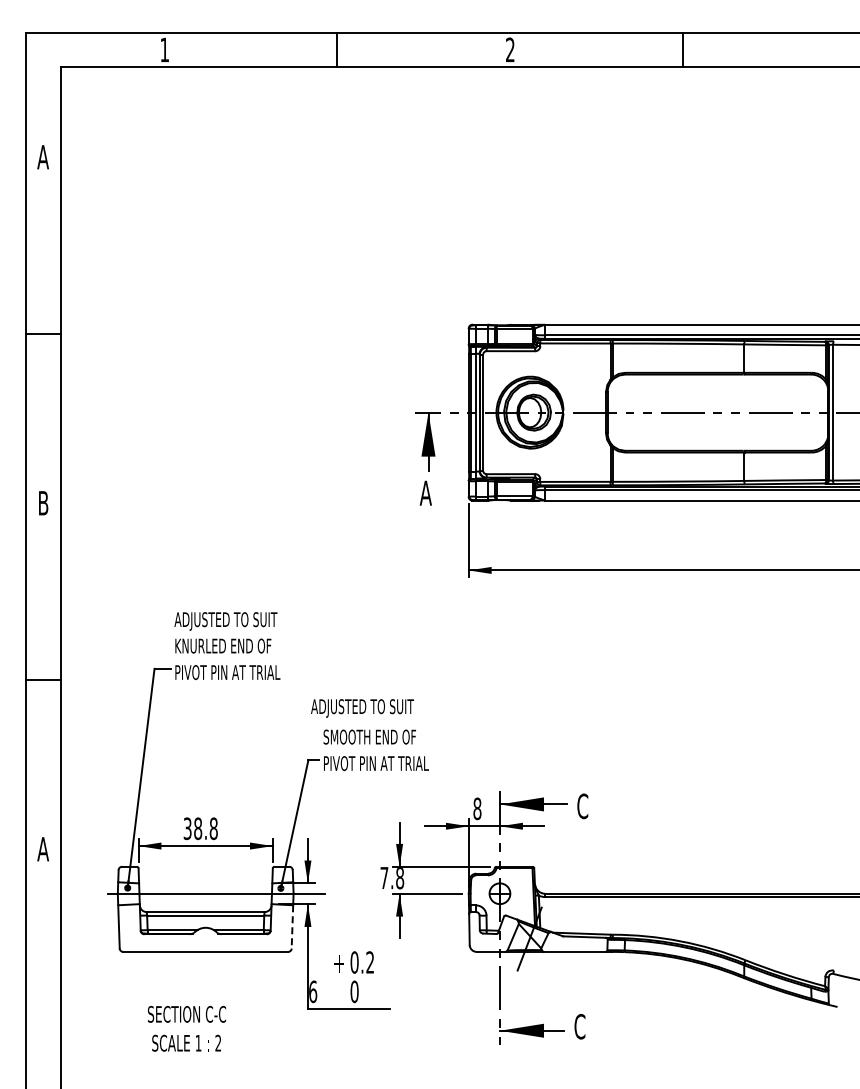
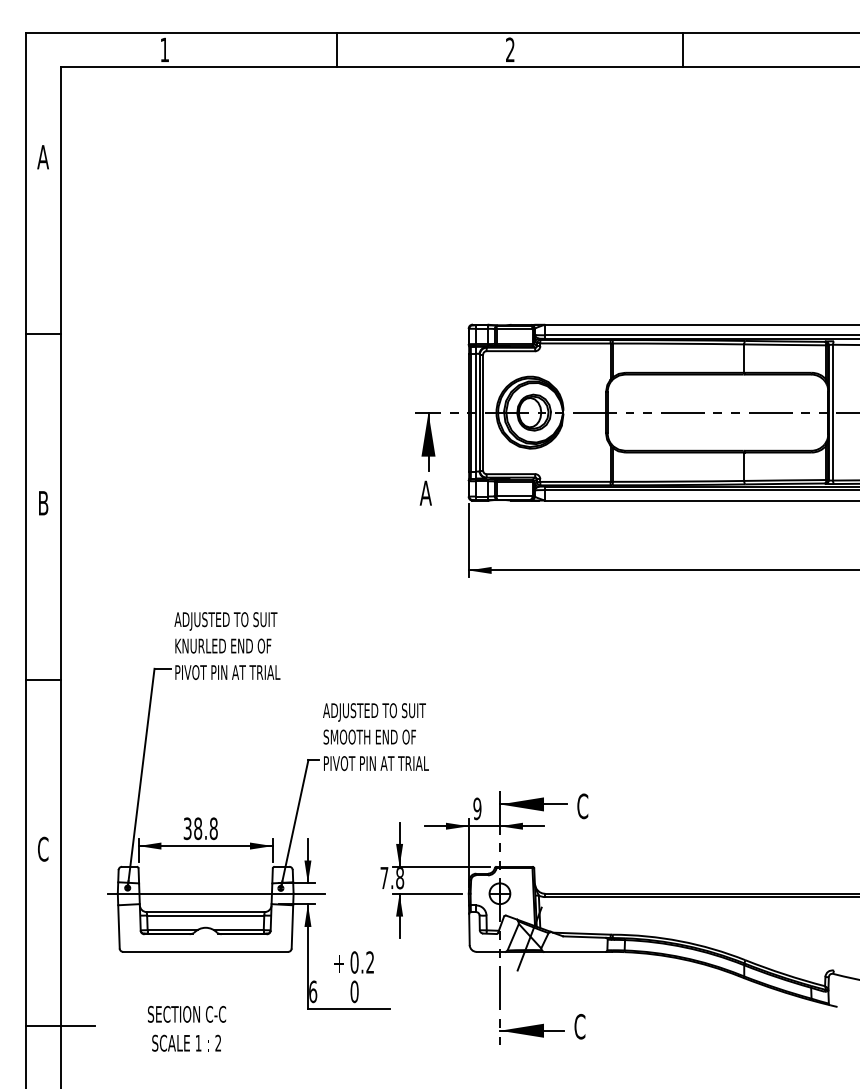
text at (362, 708) position: (362, 708) -> (374, 712)
text at (477, 808): 8 -> 9
text at (42, 848): A -> C
line at (292, 926): dashed -> solid
line at (60, 1025): none -> present
